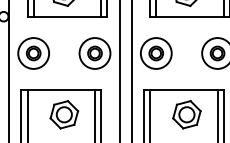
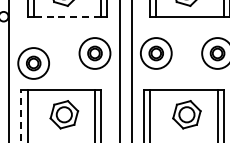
line at (67, 16): solid -> dashed
part at (33, 53) position: (33, 53) -> (33, 63)
line at (21, 116): solid -> dashed
